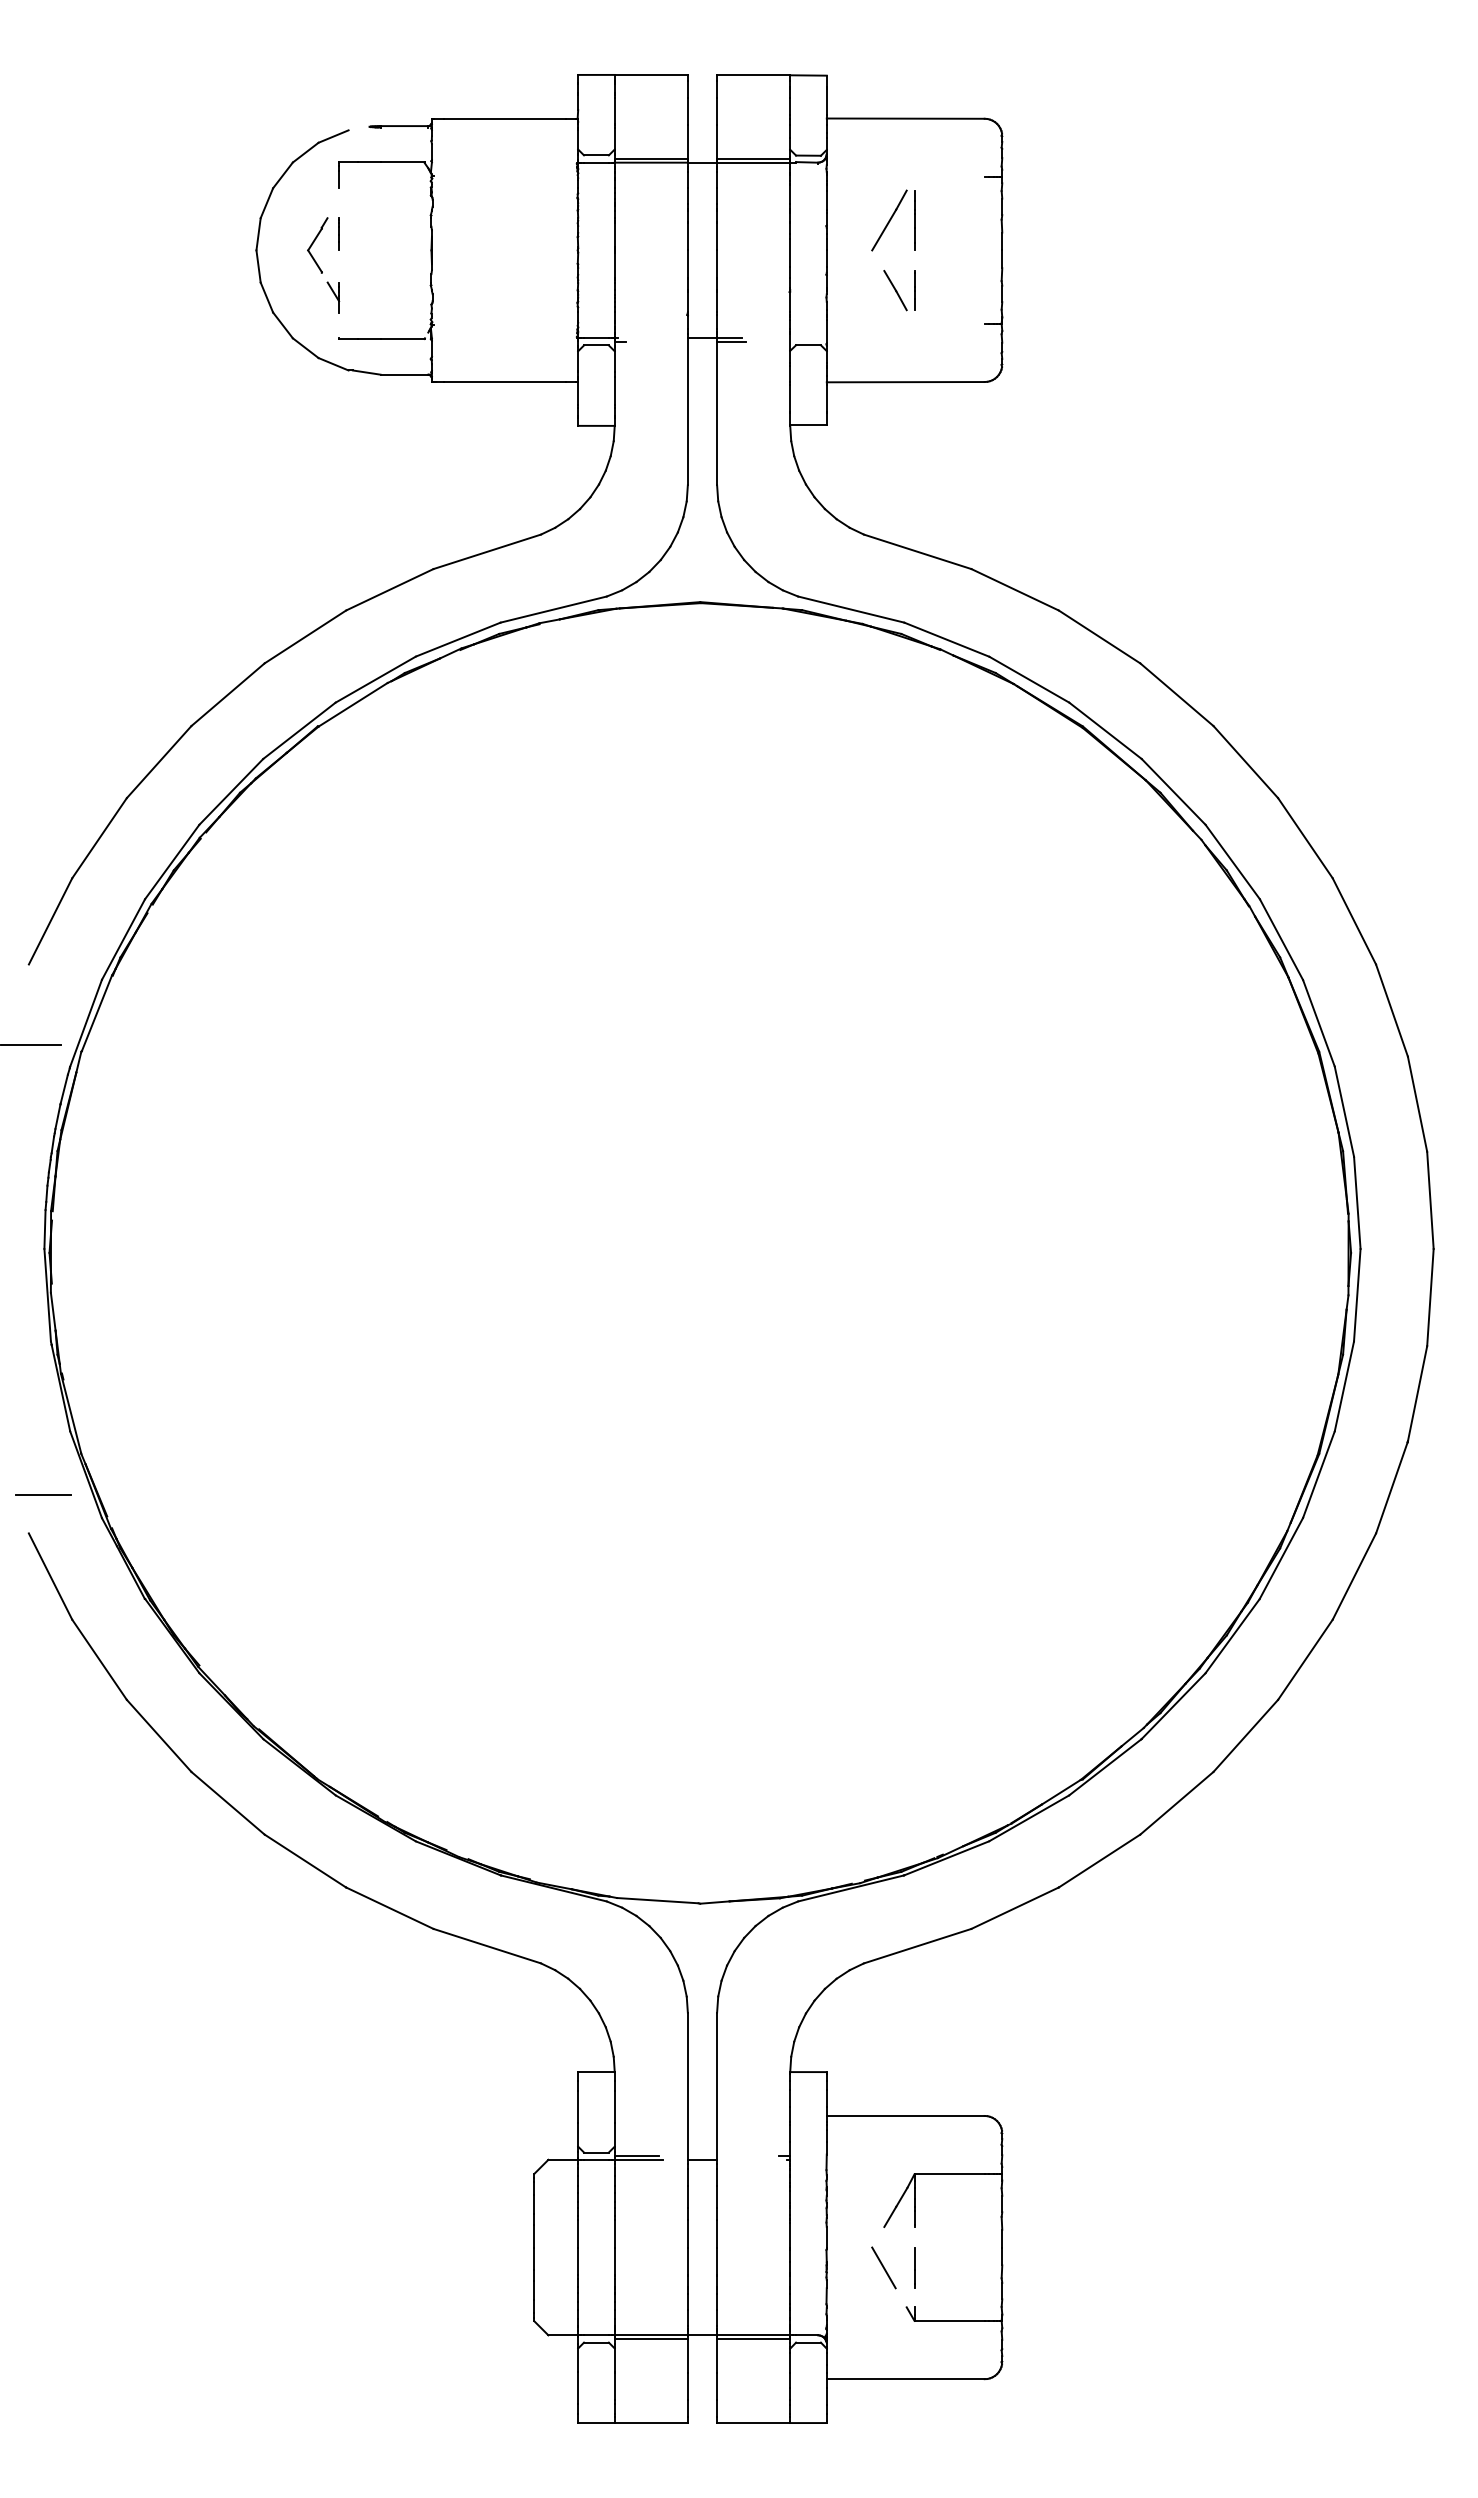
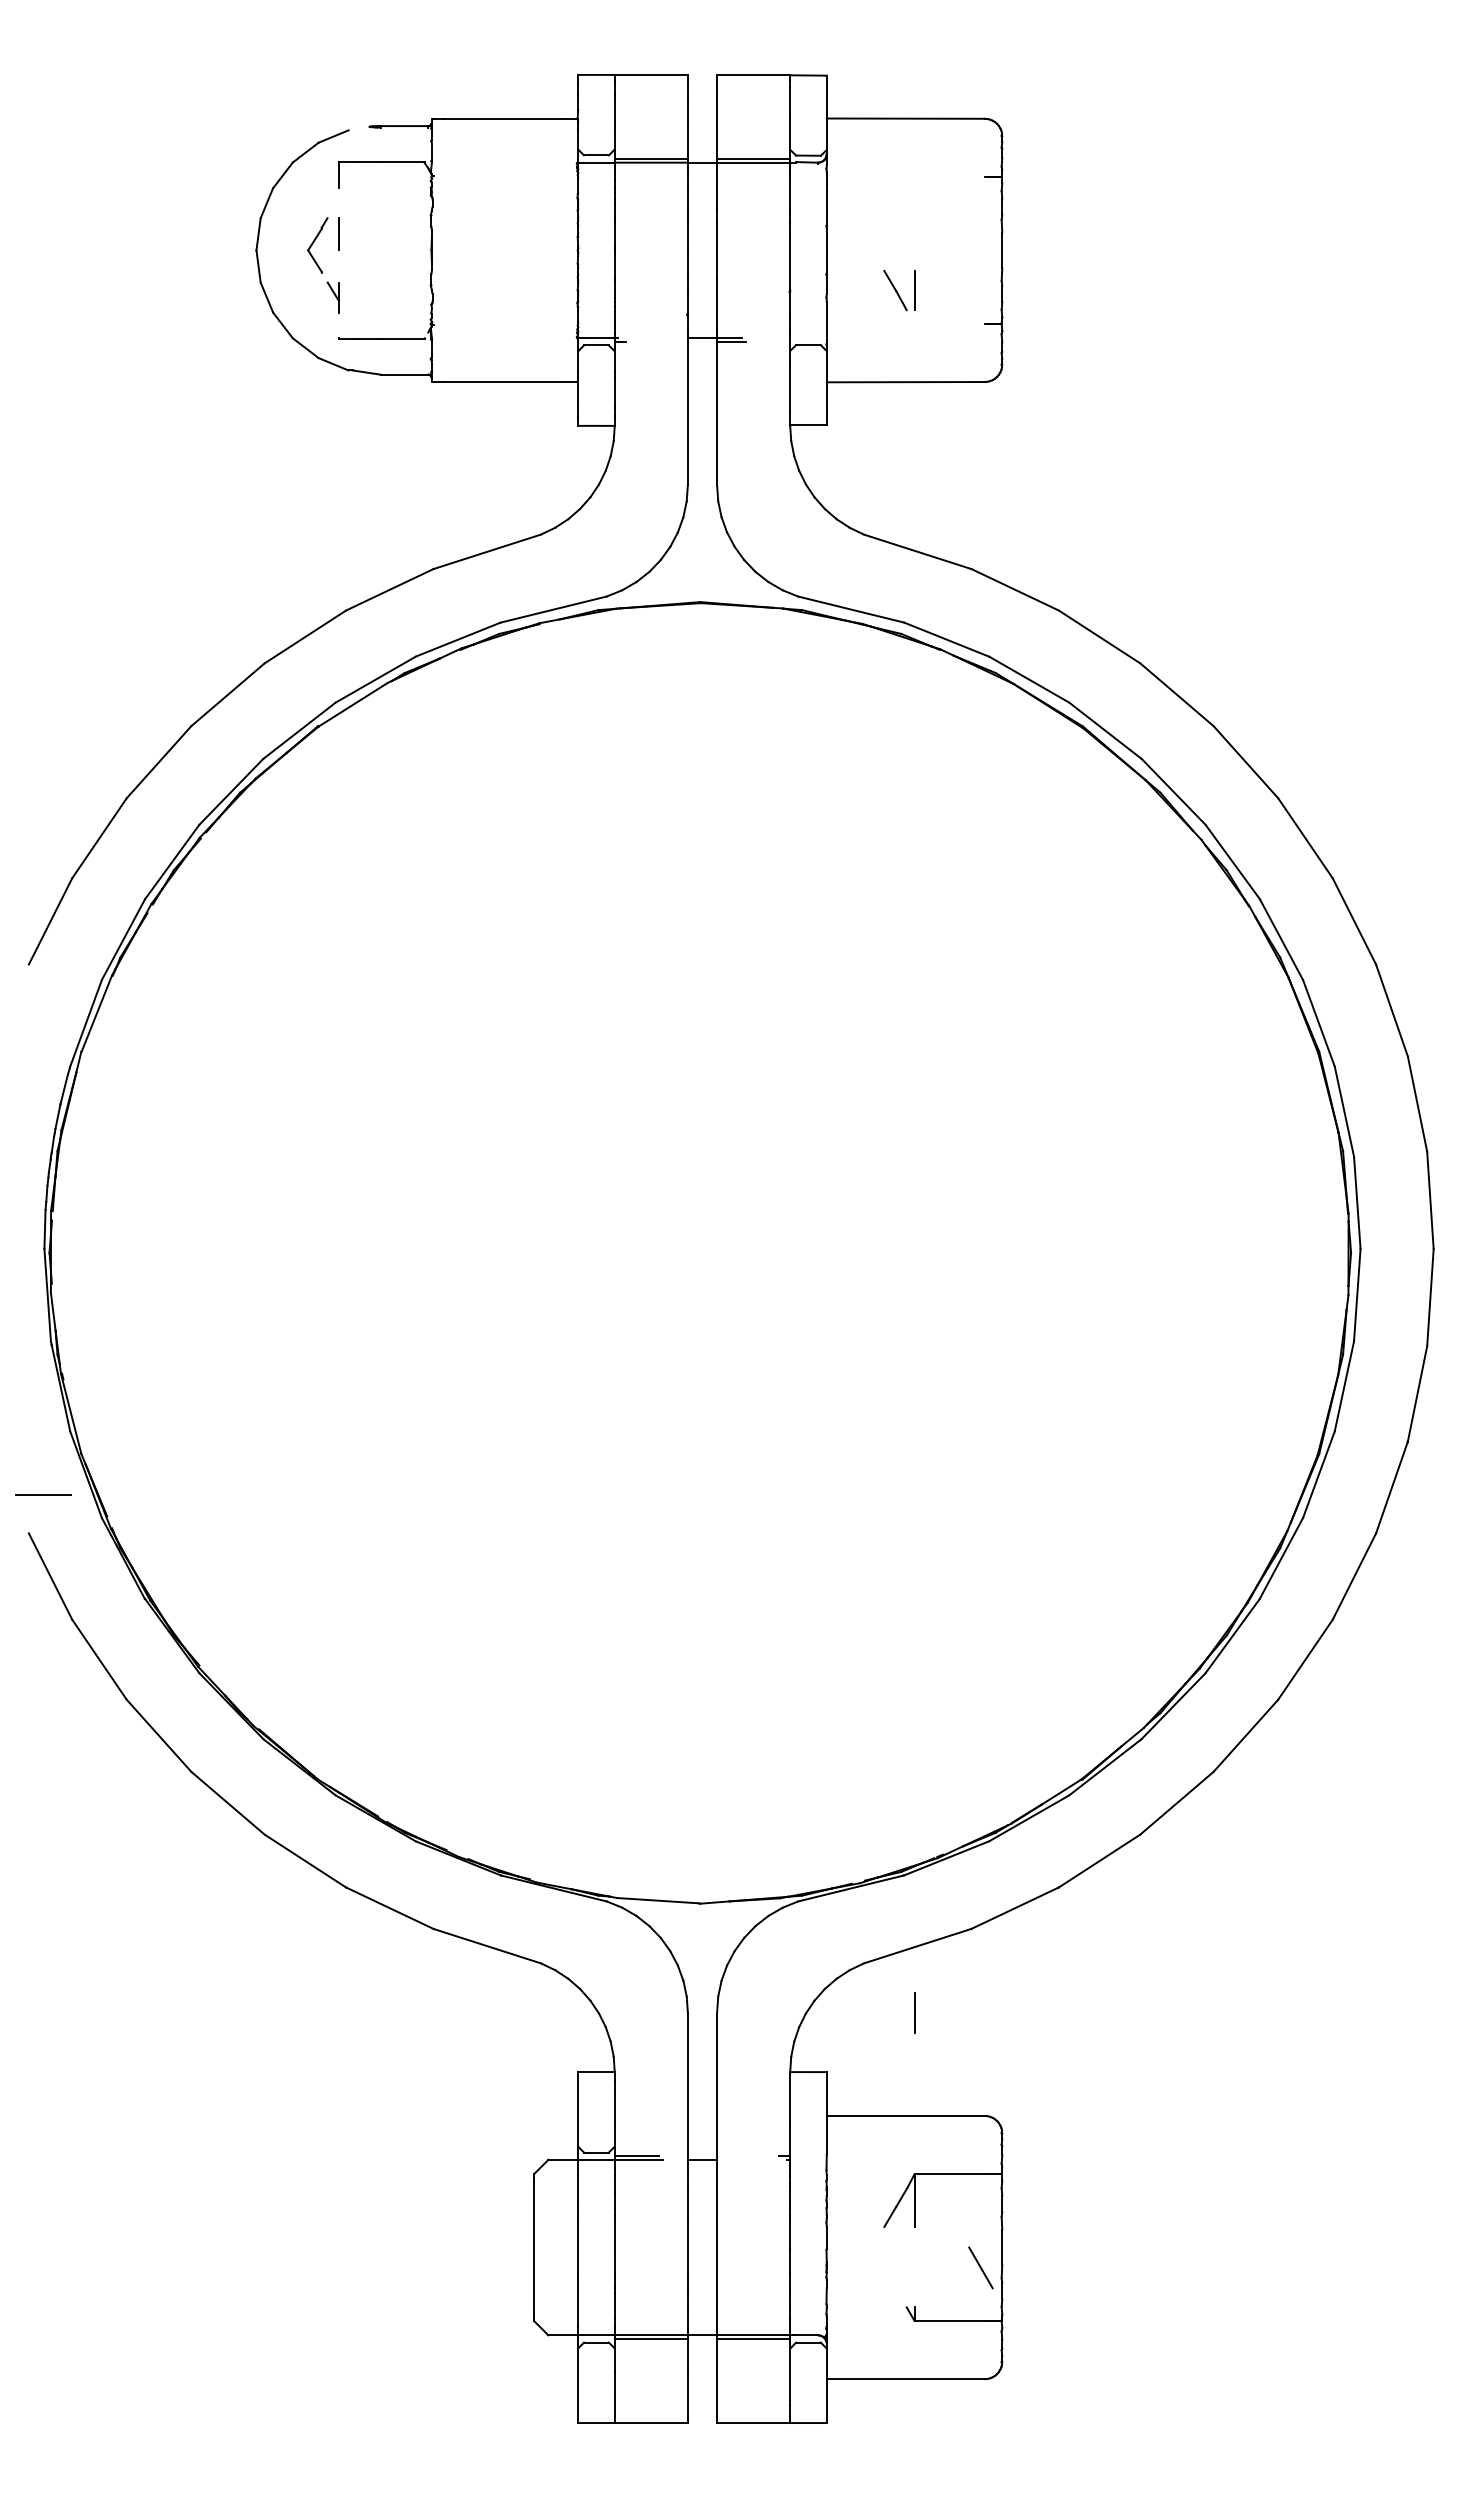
part at (893, 220): present -> none
line at (31, 1044): present -> none
line at (883, 2267) position: (883, 2267) -> (980, 2267)
line at (914, 2267) position: (914, 2267) -> (914, 2012)
